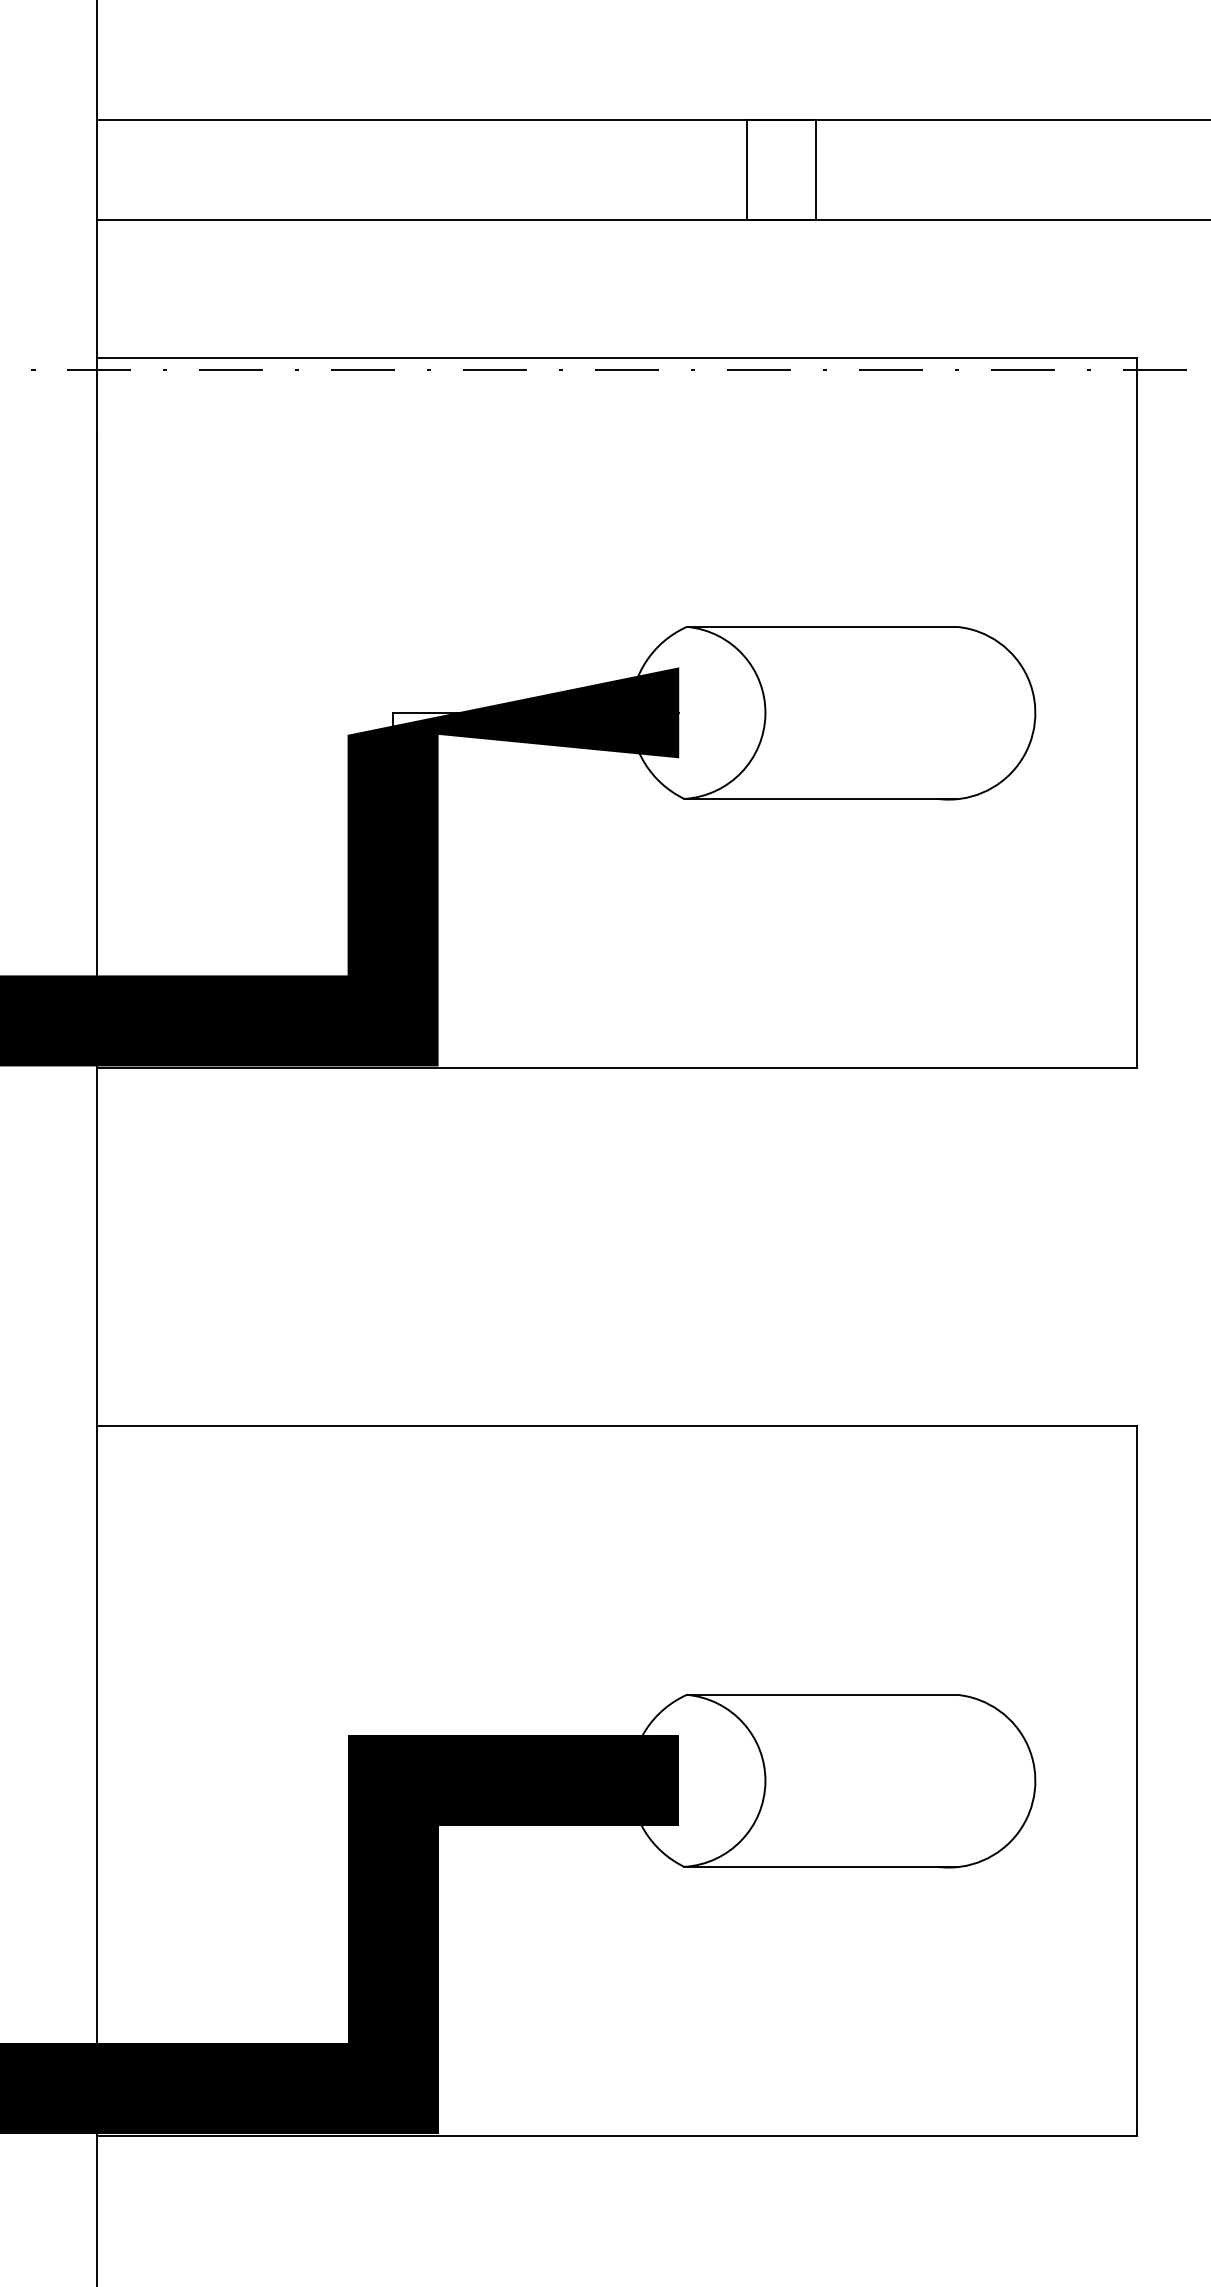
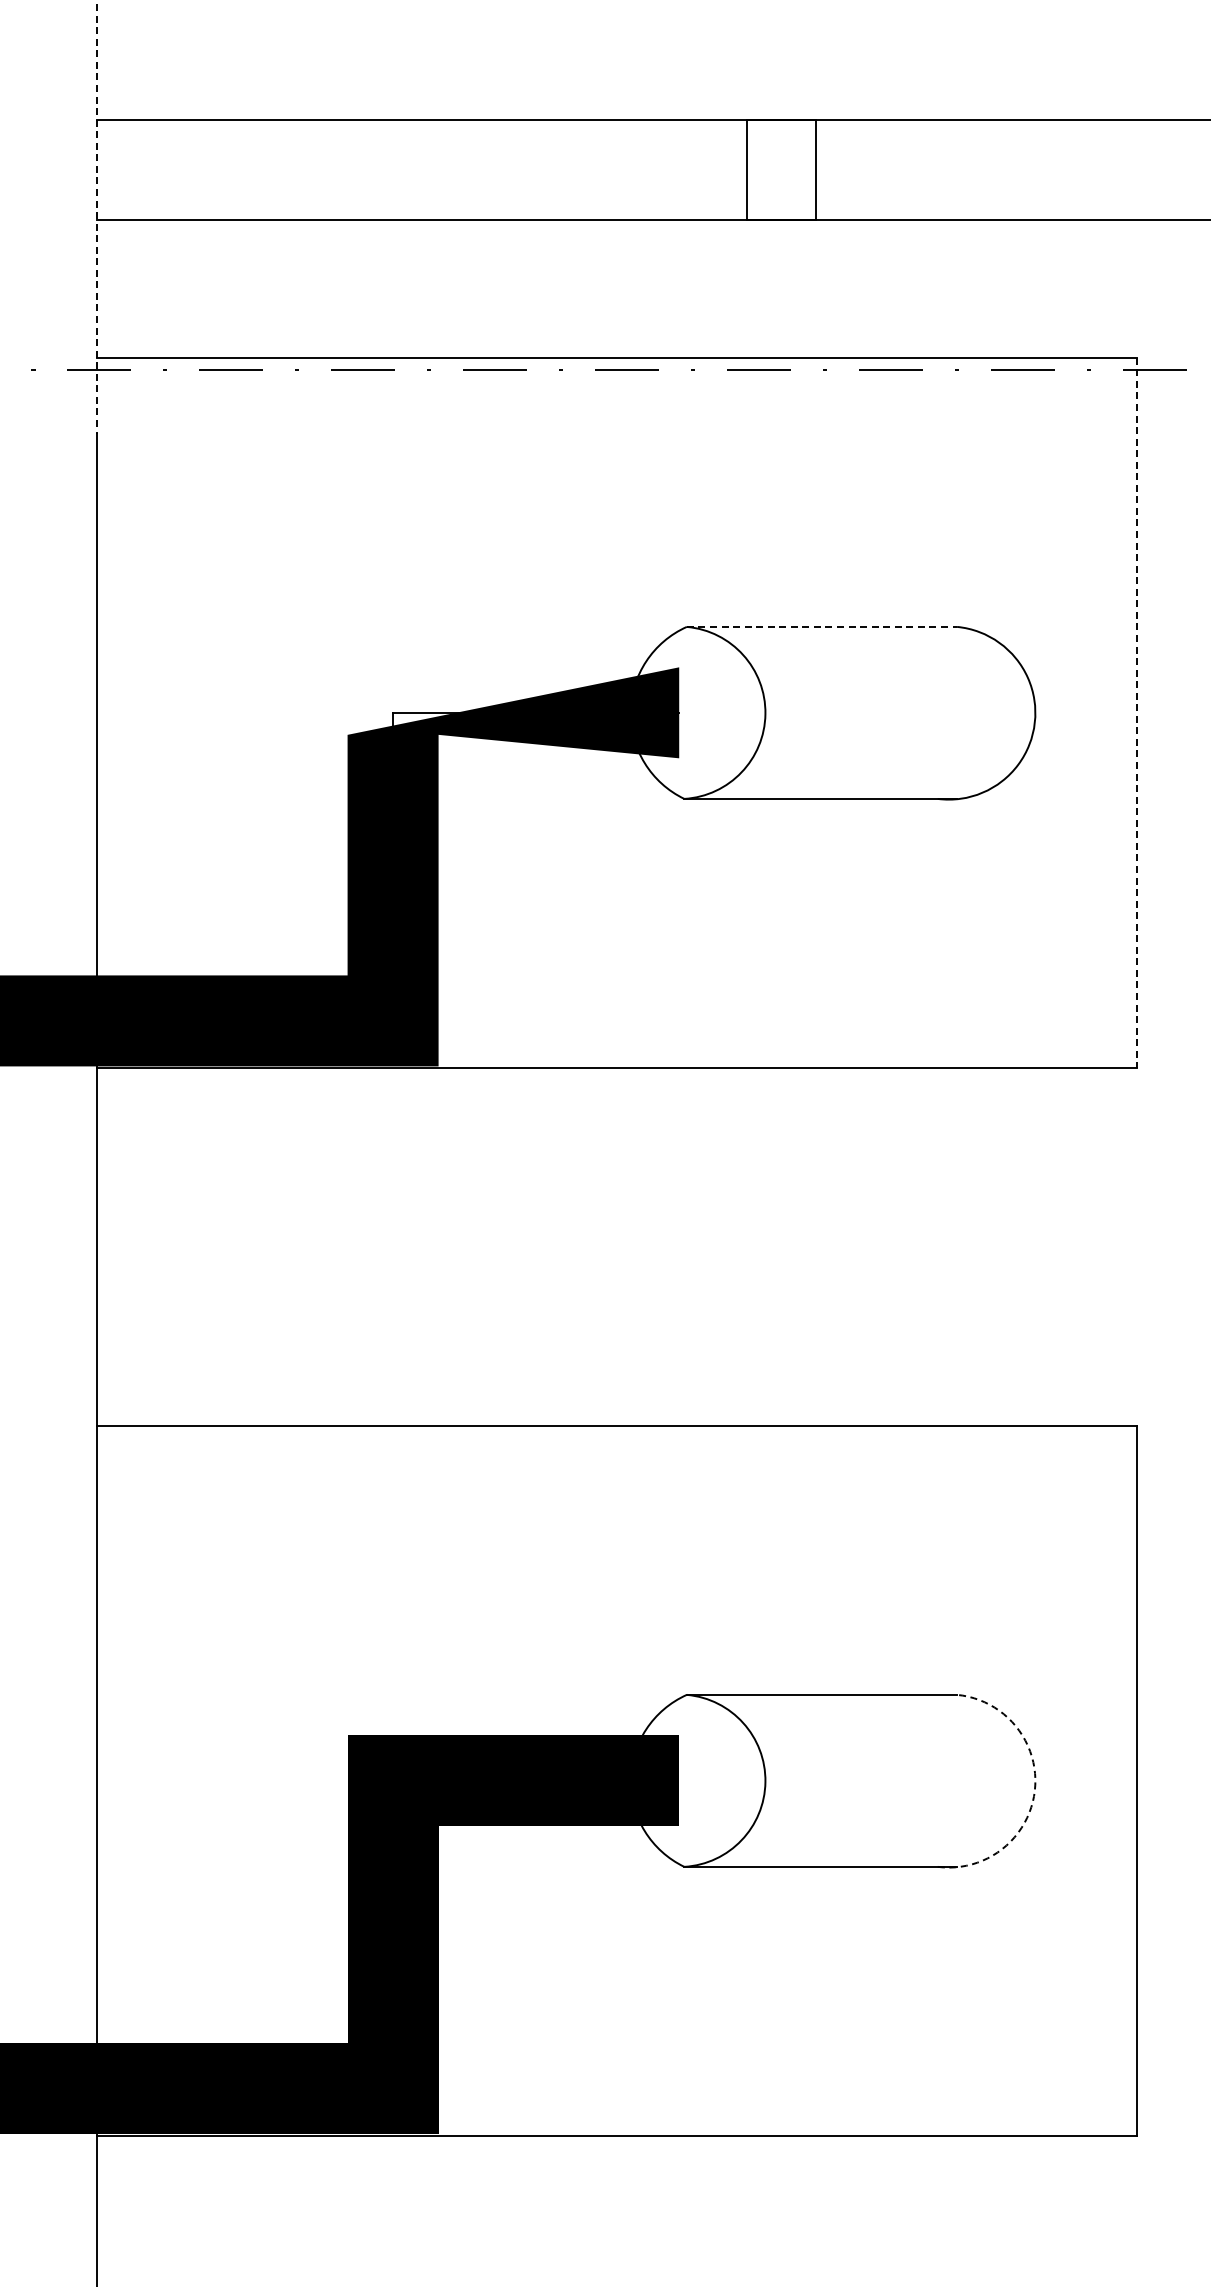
line at (96, 217): solid -> dashed
line at (822, 626): solid -> dashed
line at (1137, 713): solid -> dashed
arc at (1034, 1790): solid -> dashed
